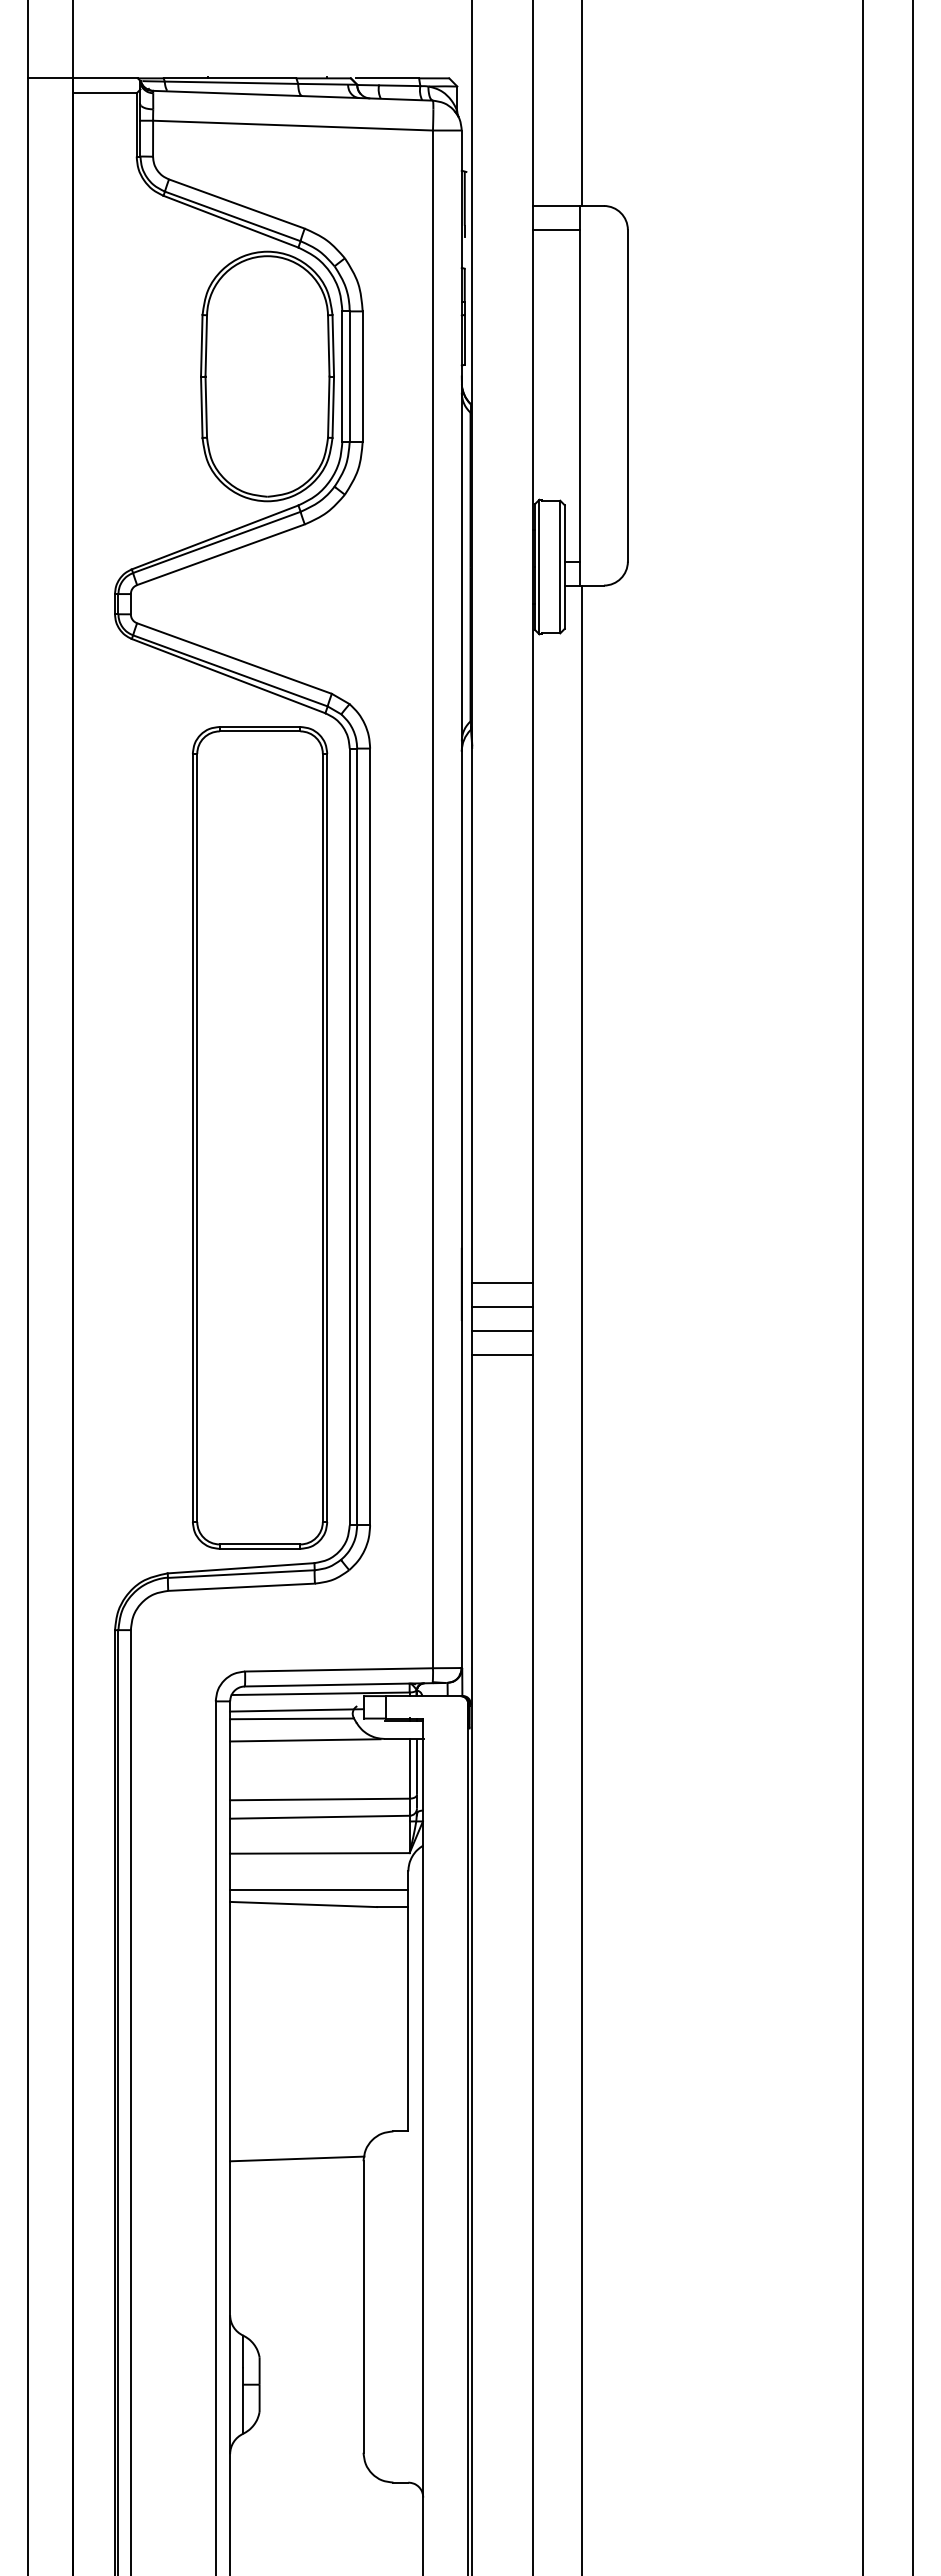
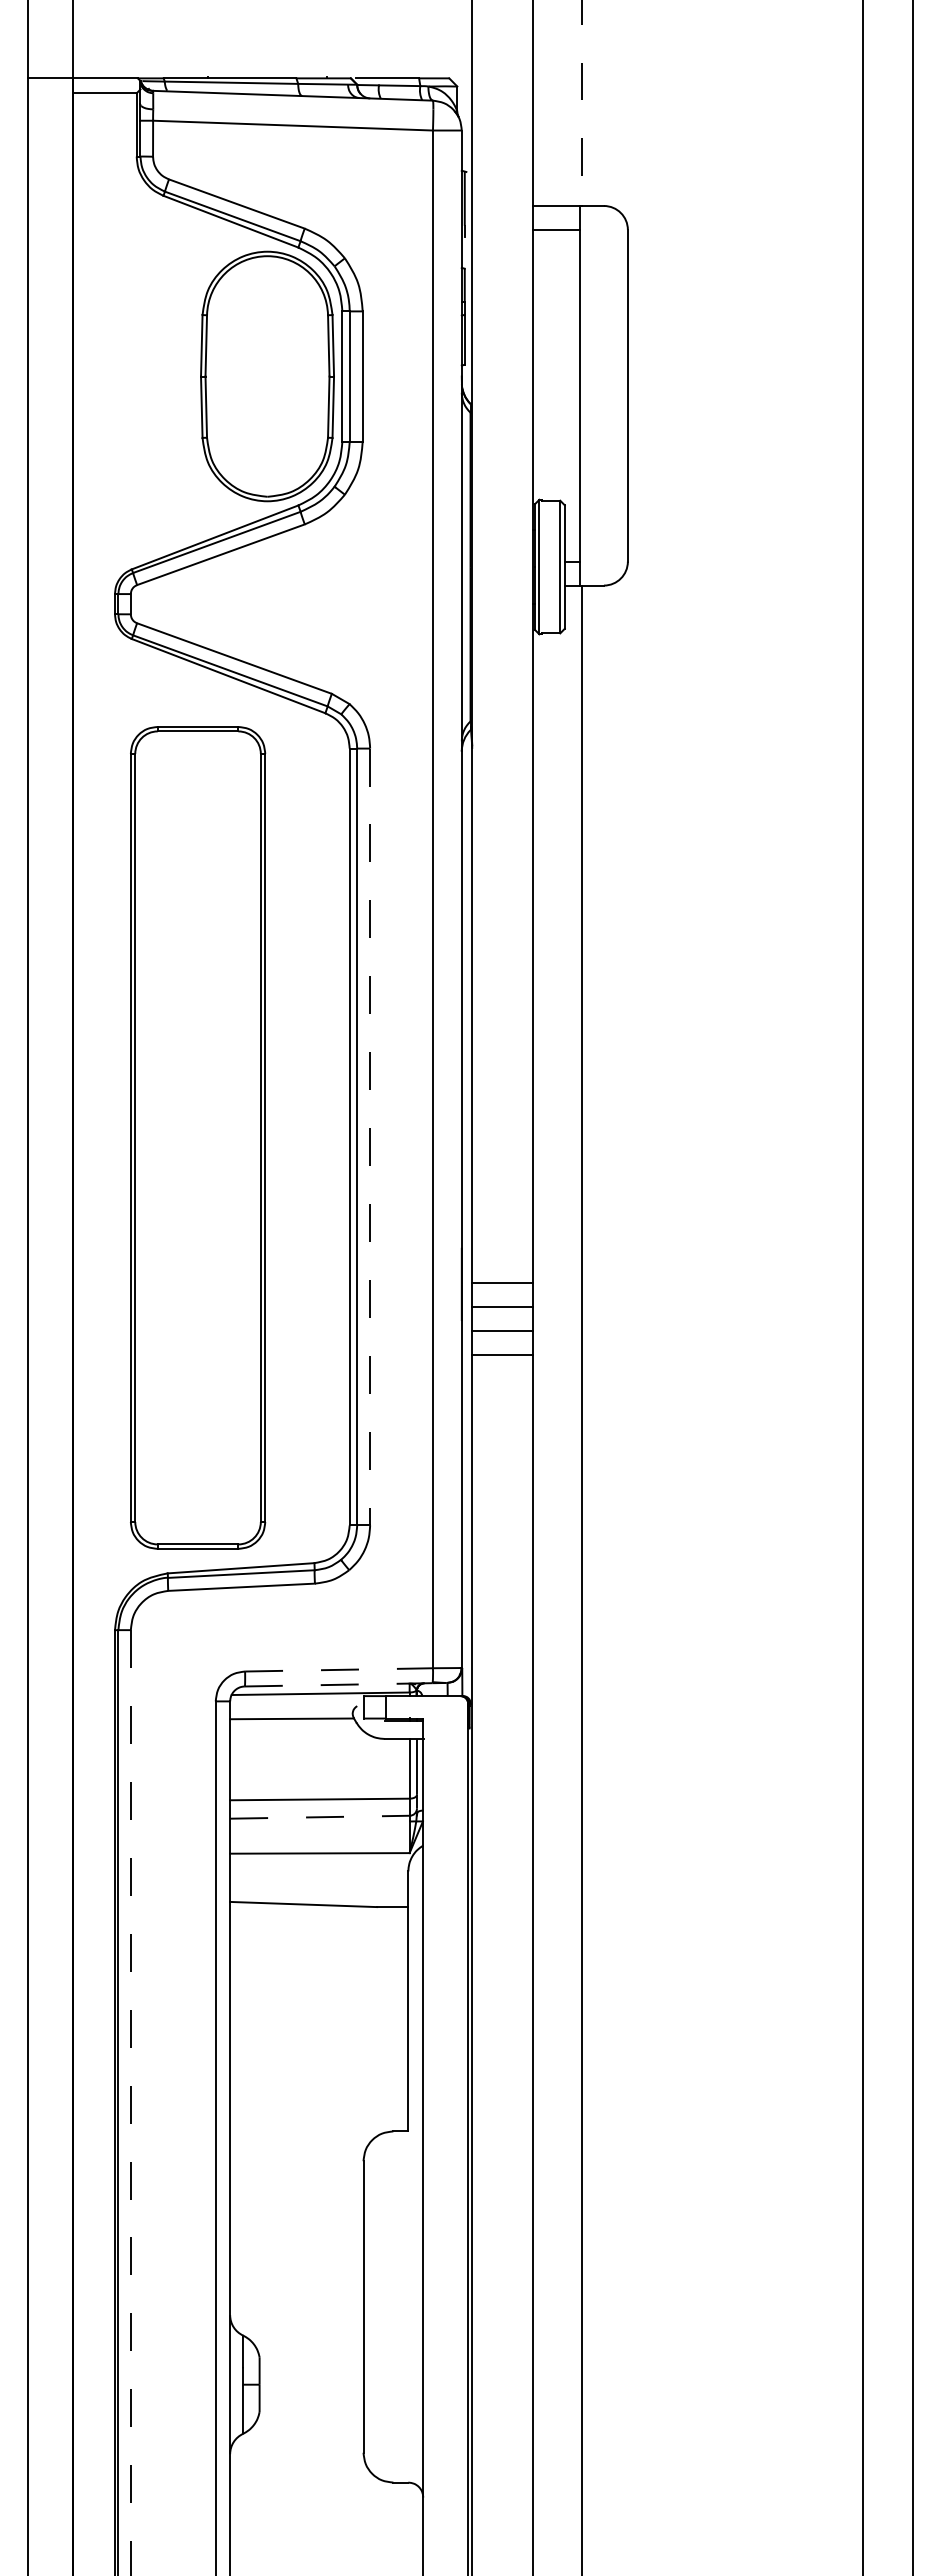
line at (582, 103): solid -> dashed
part at (260, 1137) position: (260, 1137) -> (198, 1137)
line at (370, 1137): solid -> dashed
line at (339, 1669): solid -> dashed
line at (338, 1684): solid -> dashed
line at (296, 1710): present -> none
line at (305, 1740): present -> none
line at (319, 1817): solid -> dashed
line at (319, 1889): present -> none
line at (130, 2103): solid -> dashed
line at (297, 2158): present -> none
